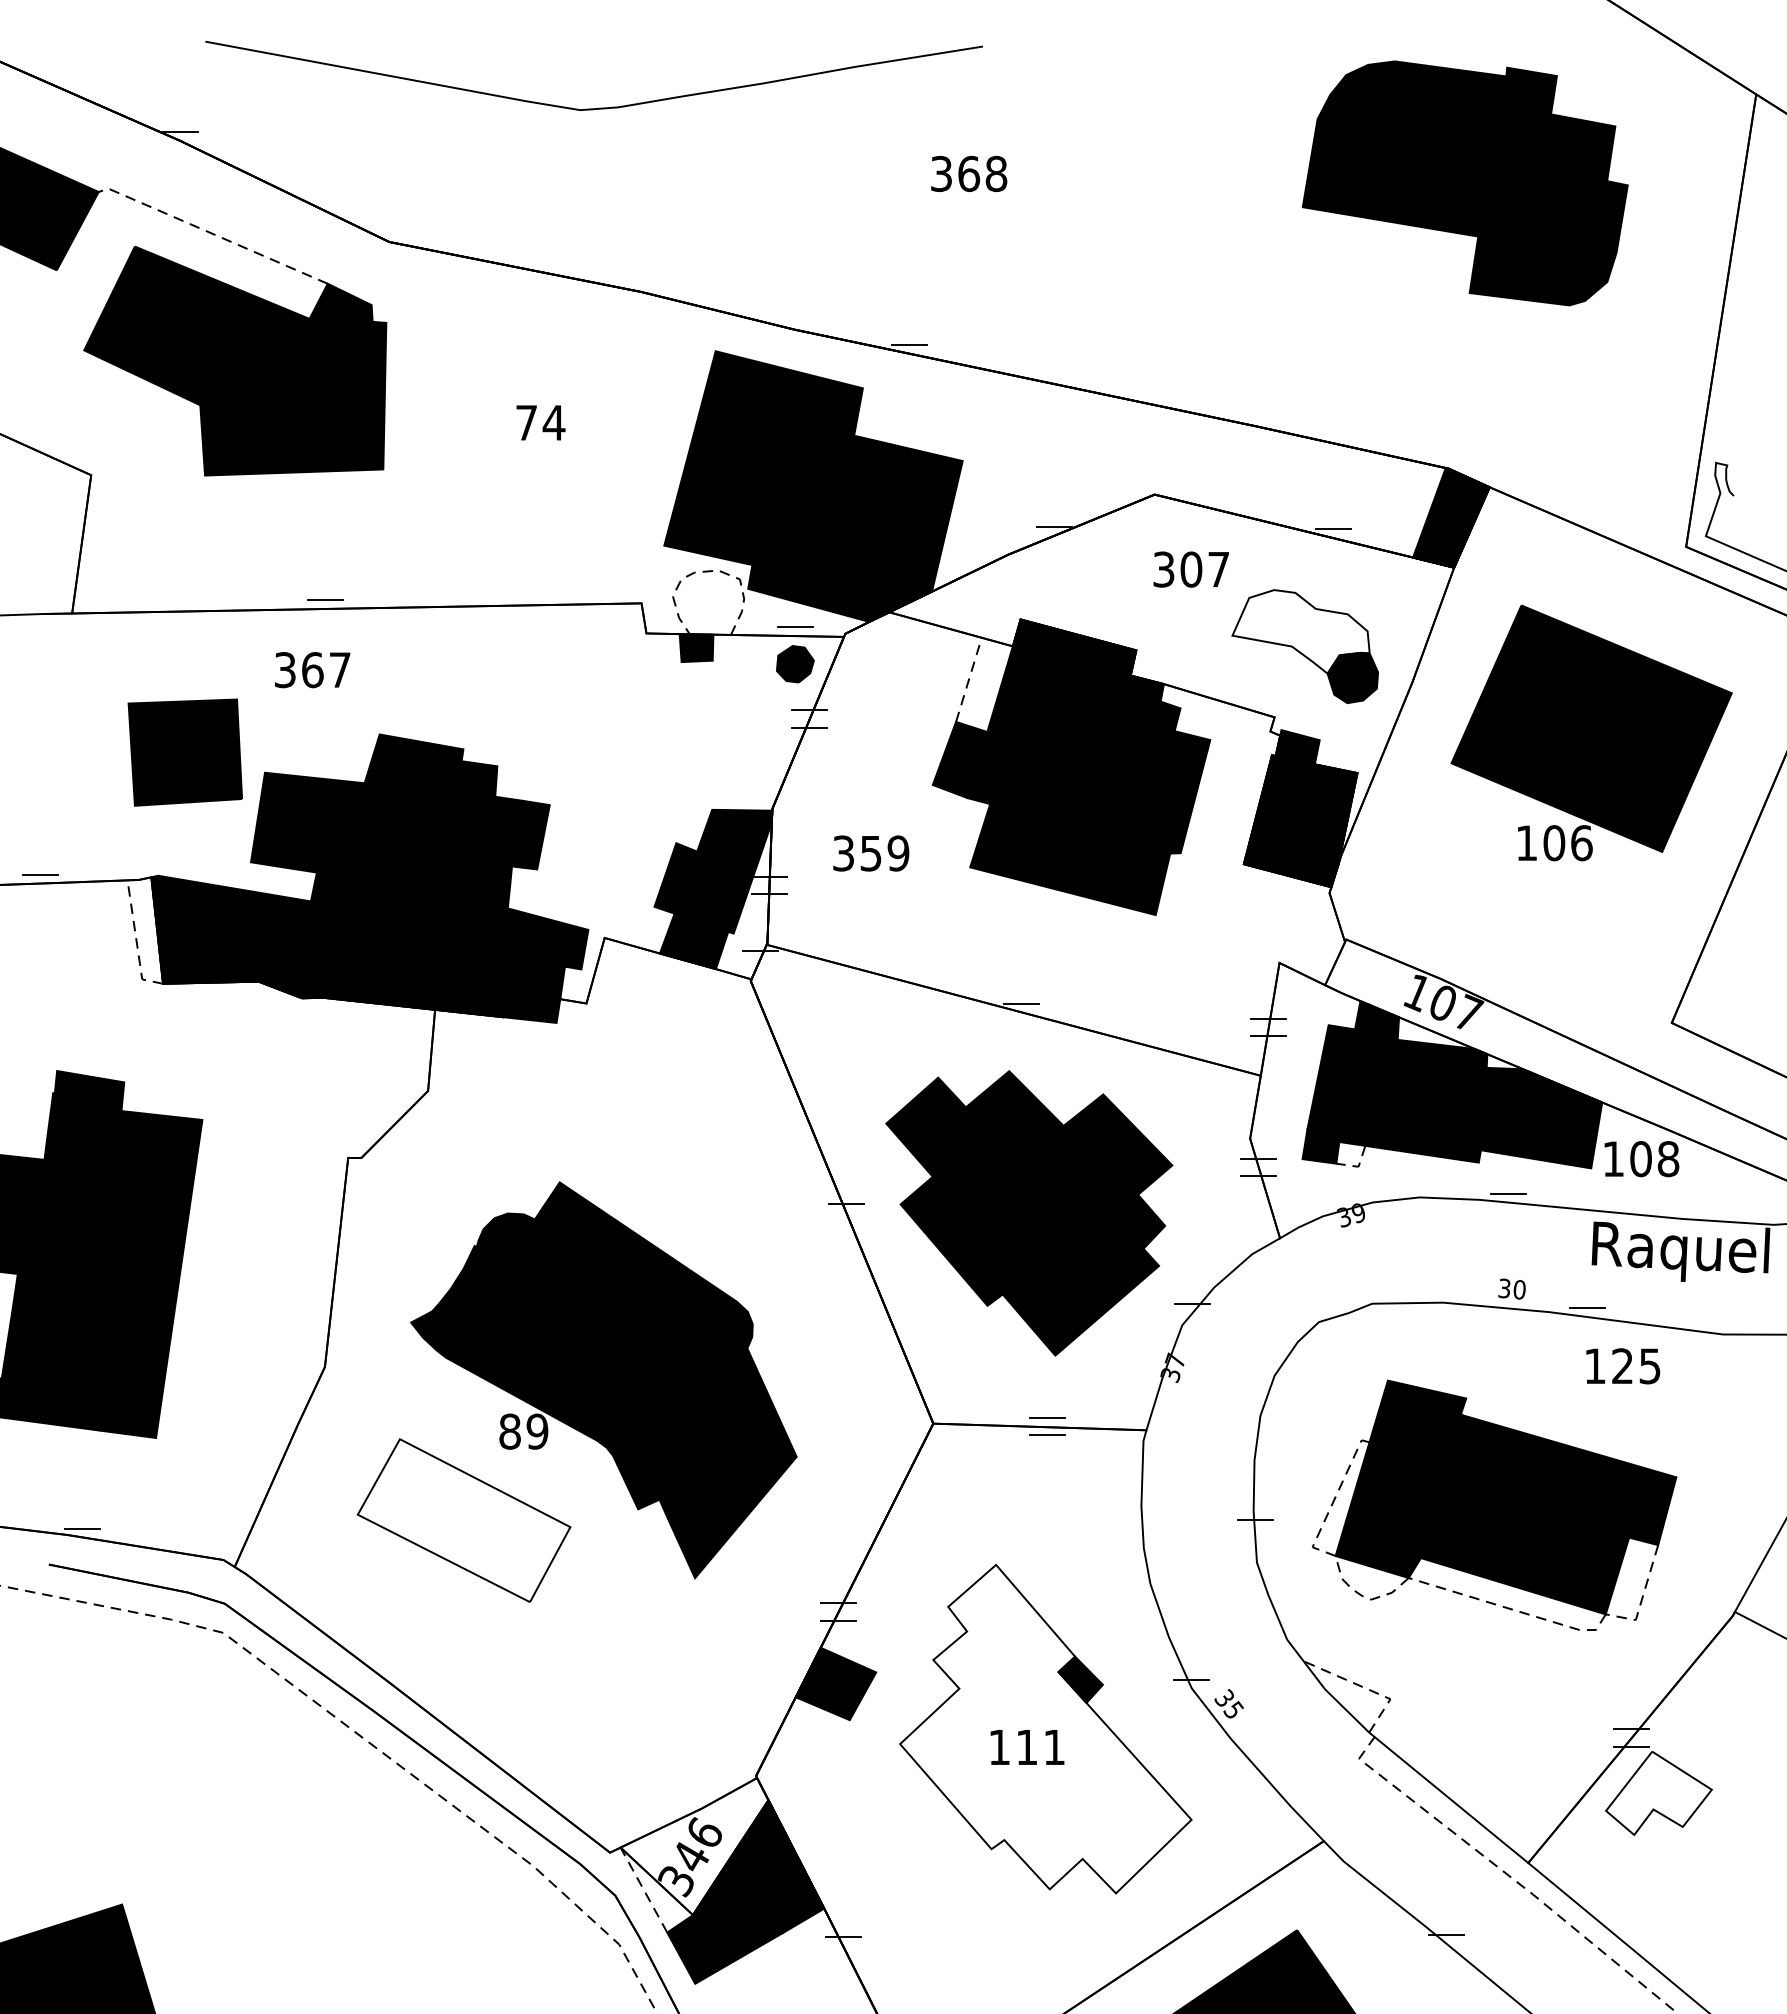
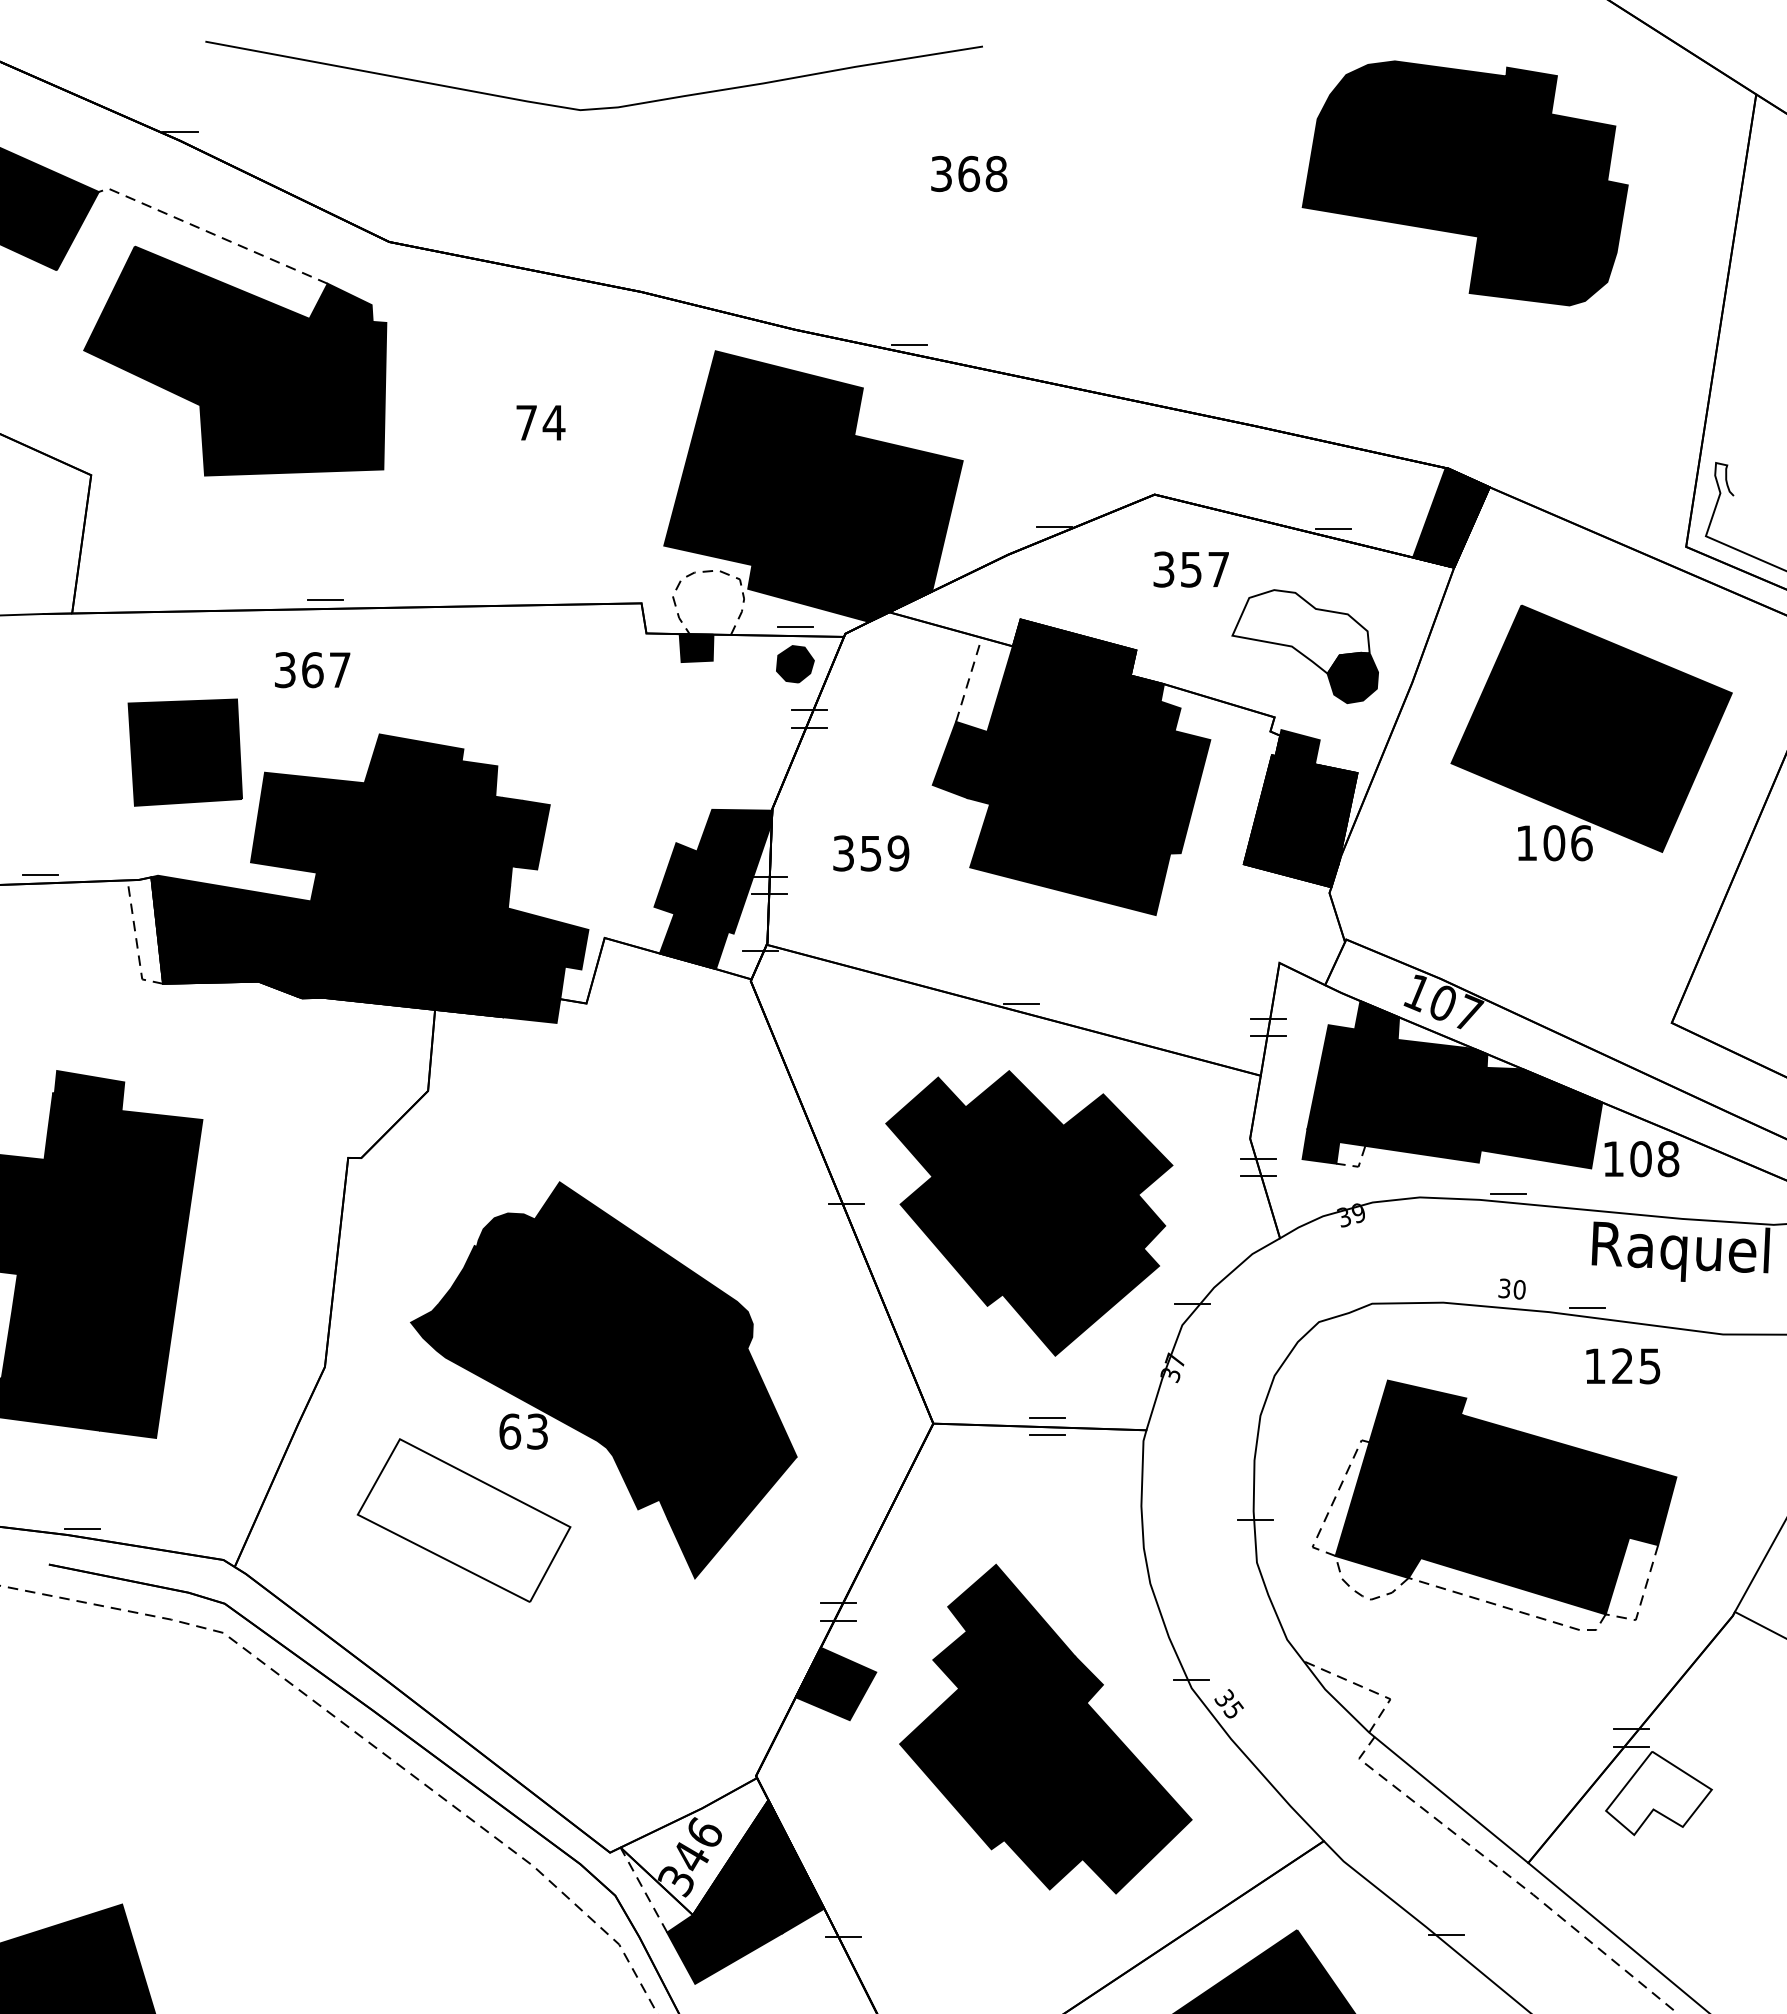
text at (1191, 569): 307 -> 357
text at (523, 1431): 89 -> 63
fill at (1045, 1728): none -> present
